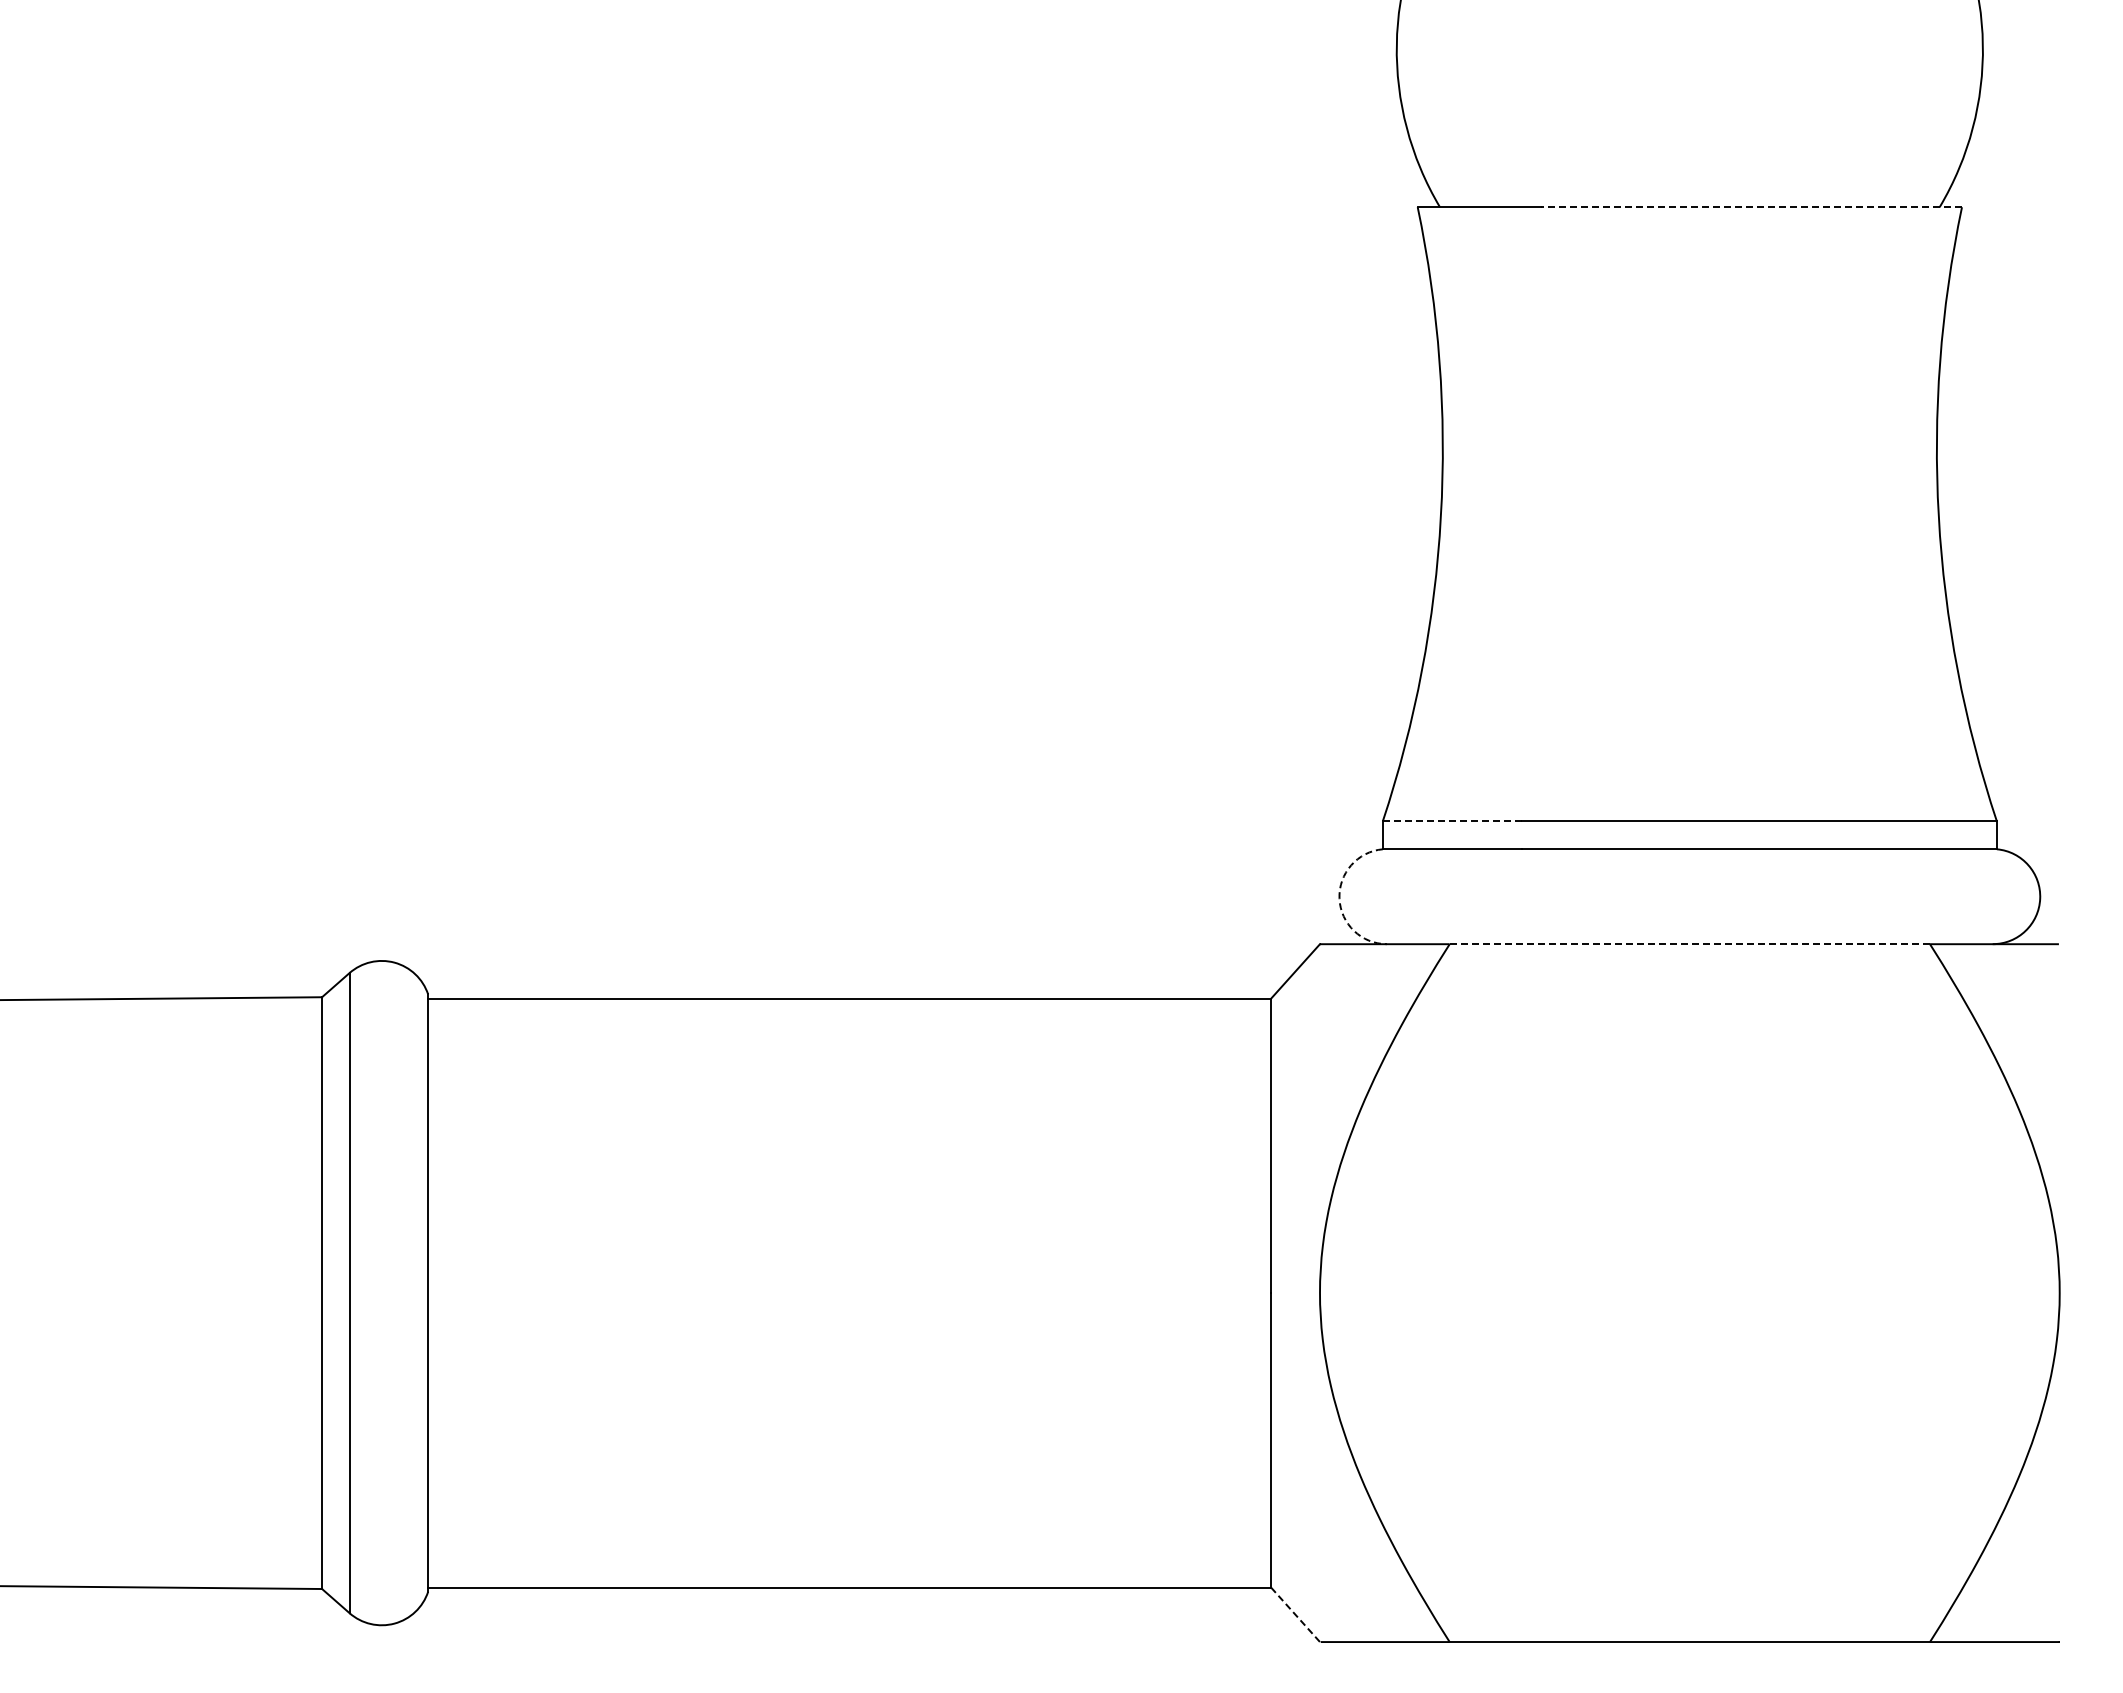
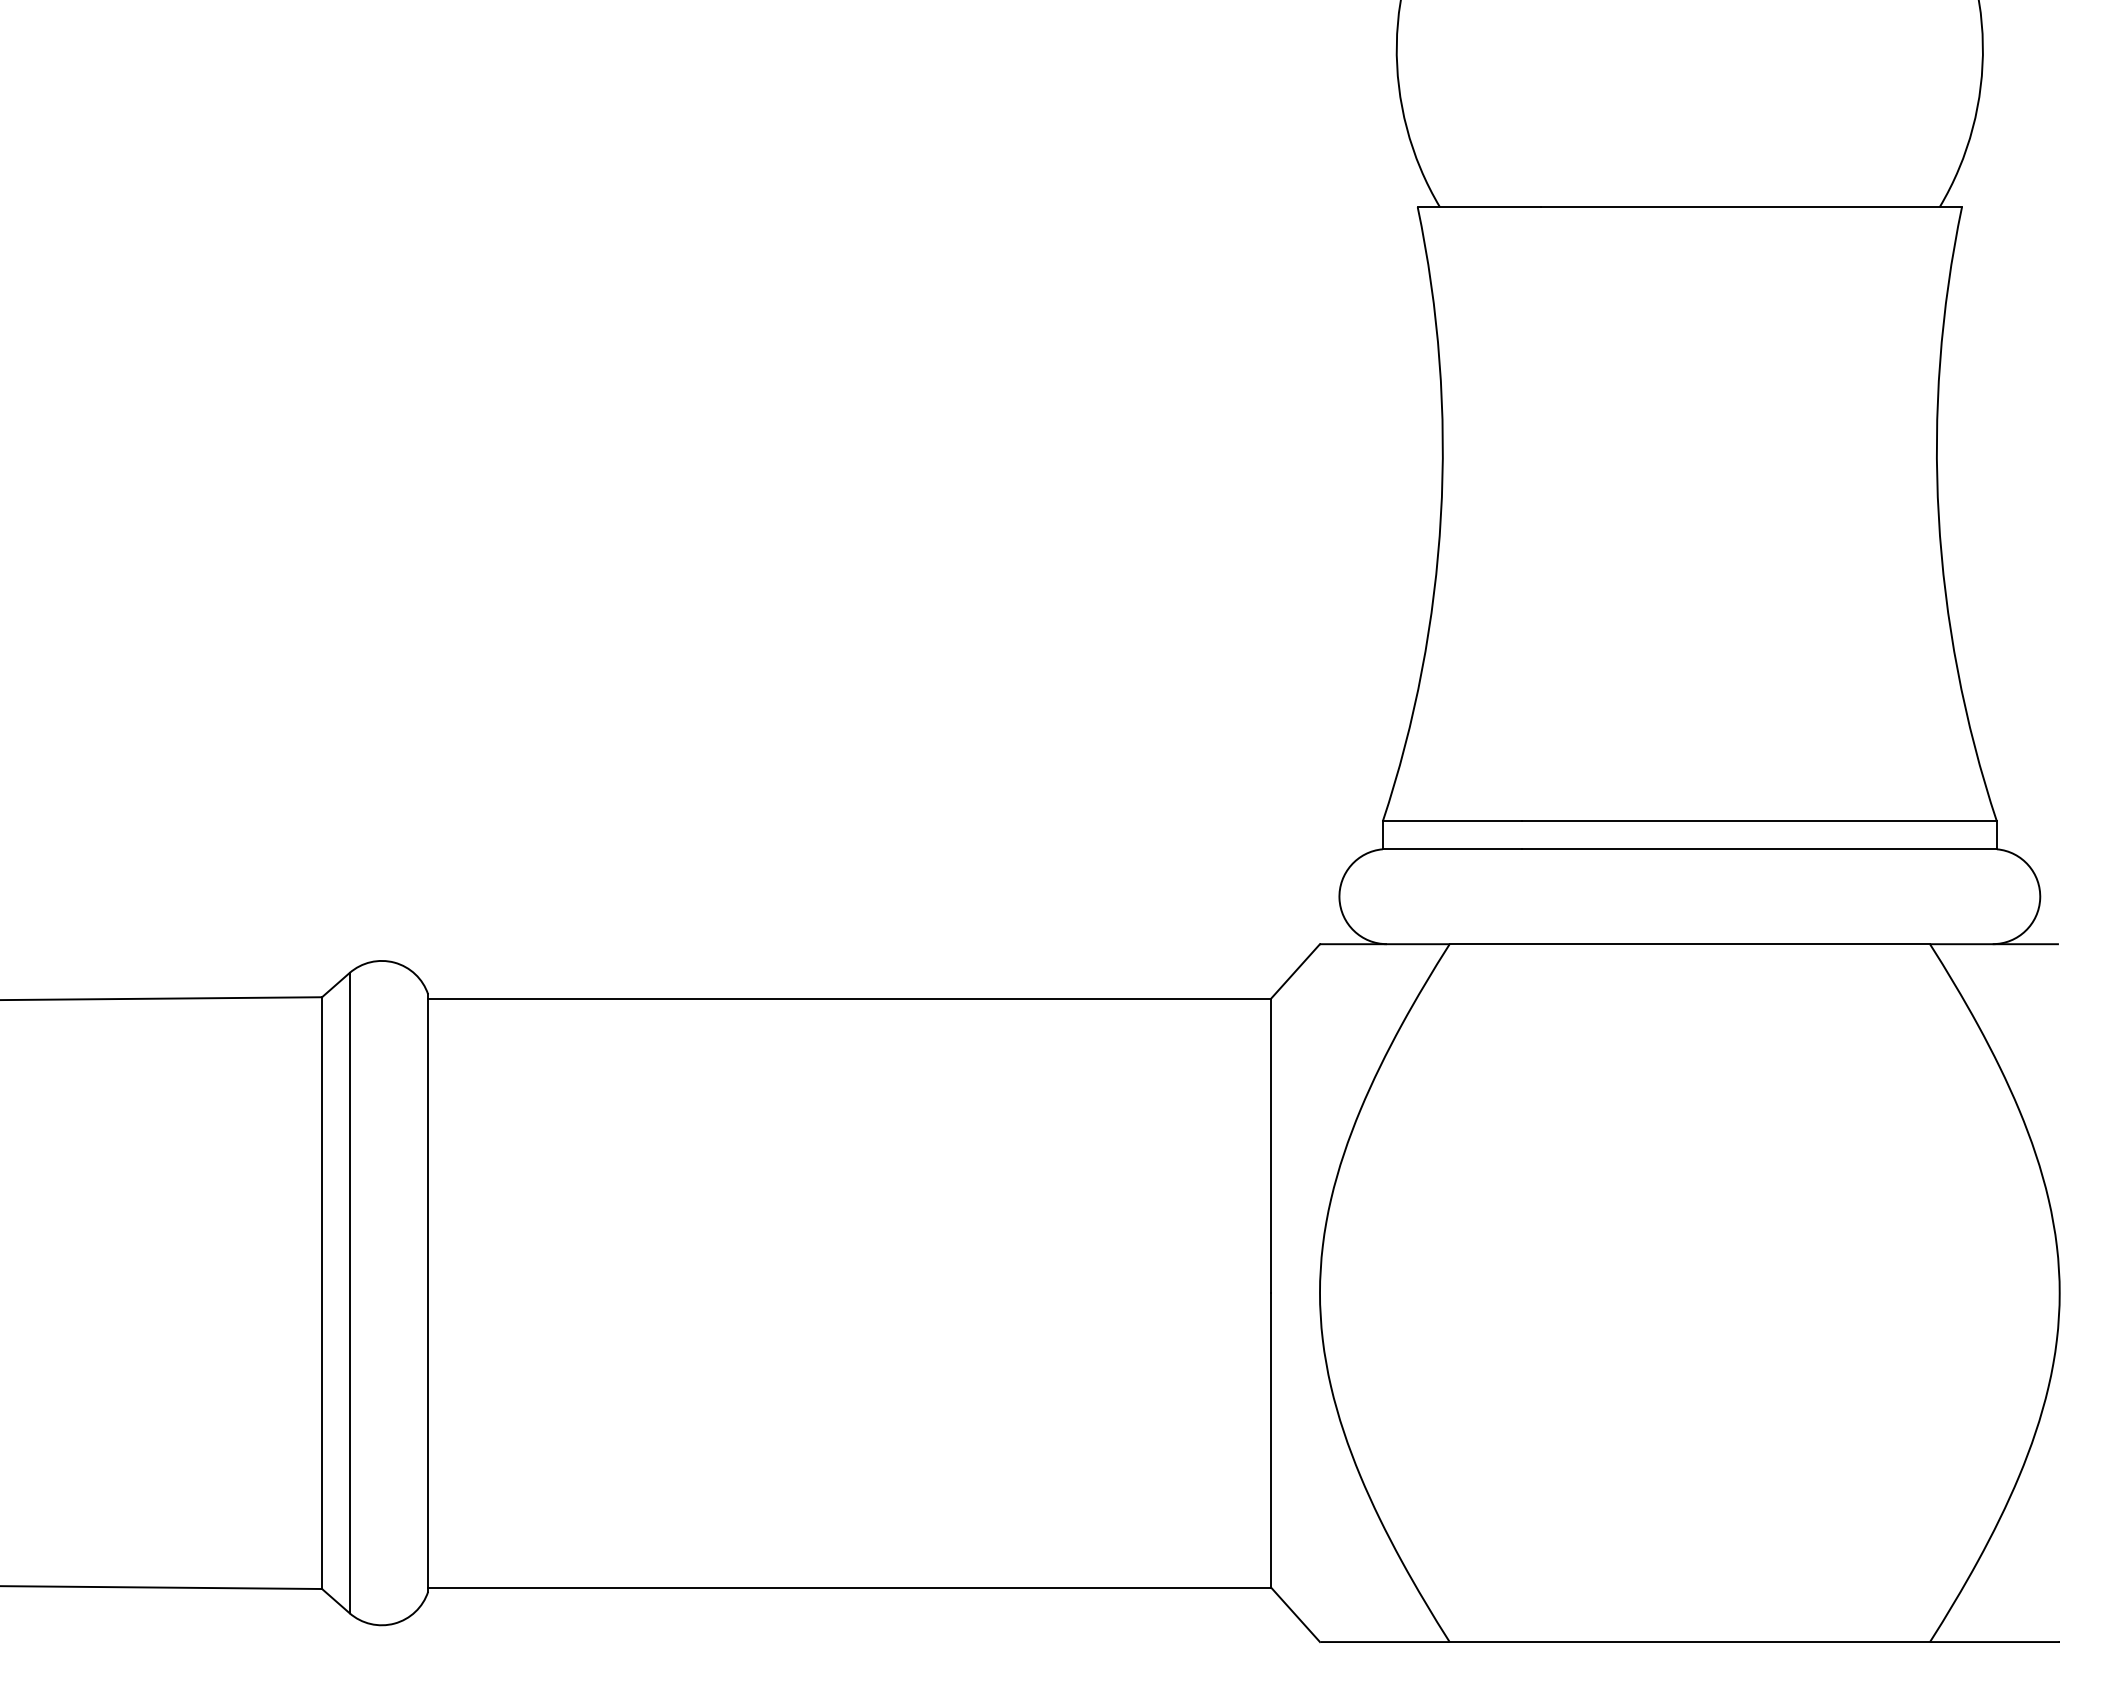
line at (1751, 207): dashed -> solid
line at (1452, 821): dashed -> solid
arc at (1339, 898): dashed -> solid
line at (1689, 944): dashed -> solid
line at (1295, 1614): dashed -> solid
